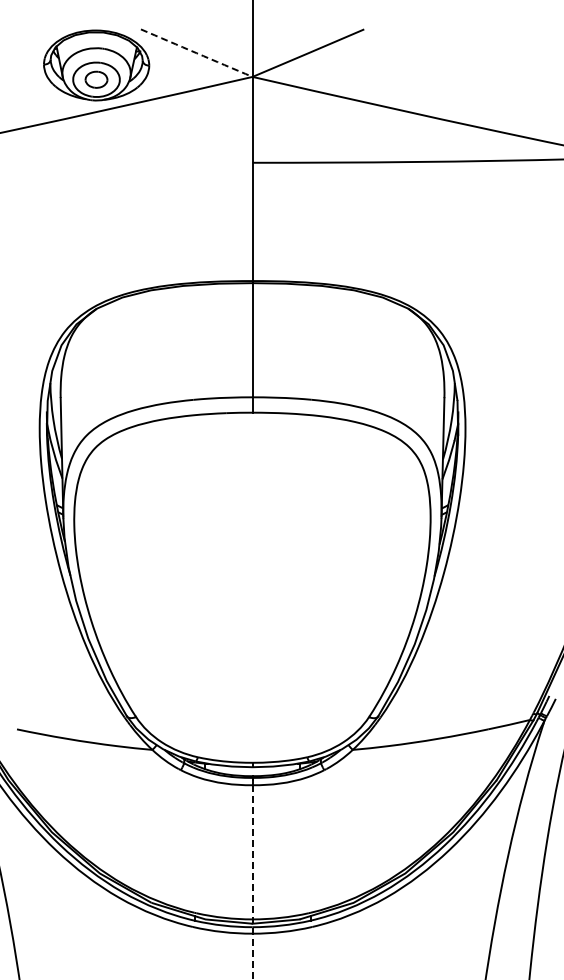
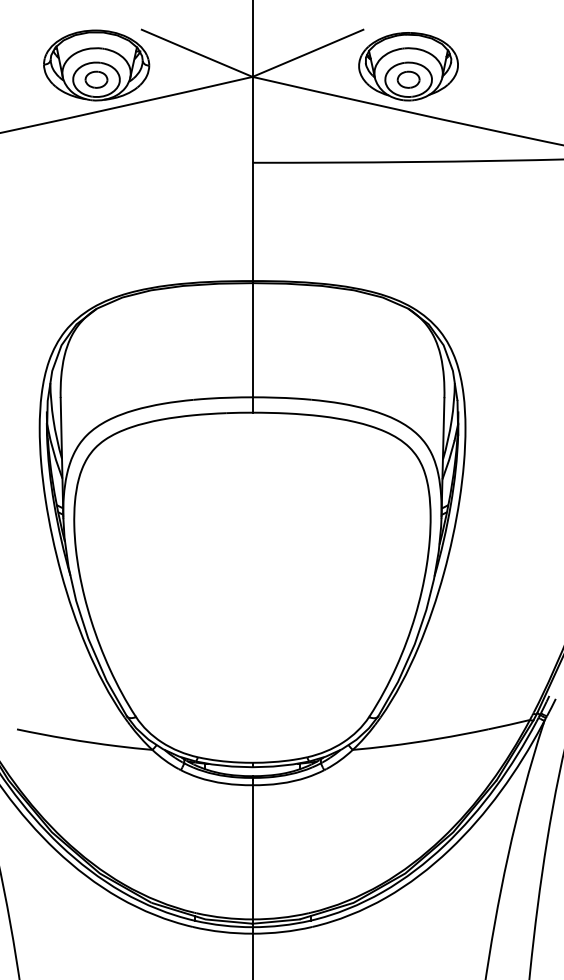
arc at (196, 53): dashed -> solid
part at (408, 66): none -> present
line at (252, 882): dashed -> solid
